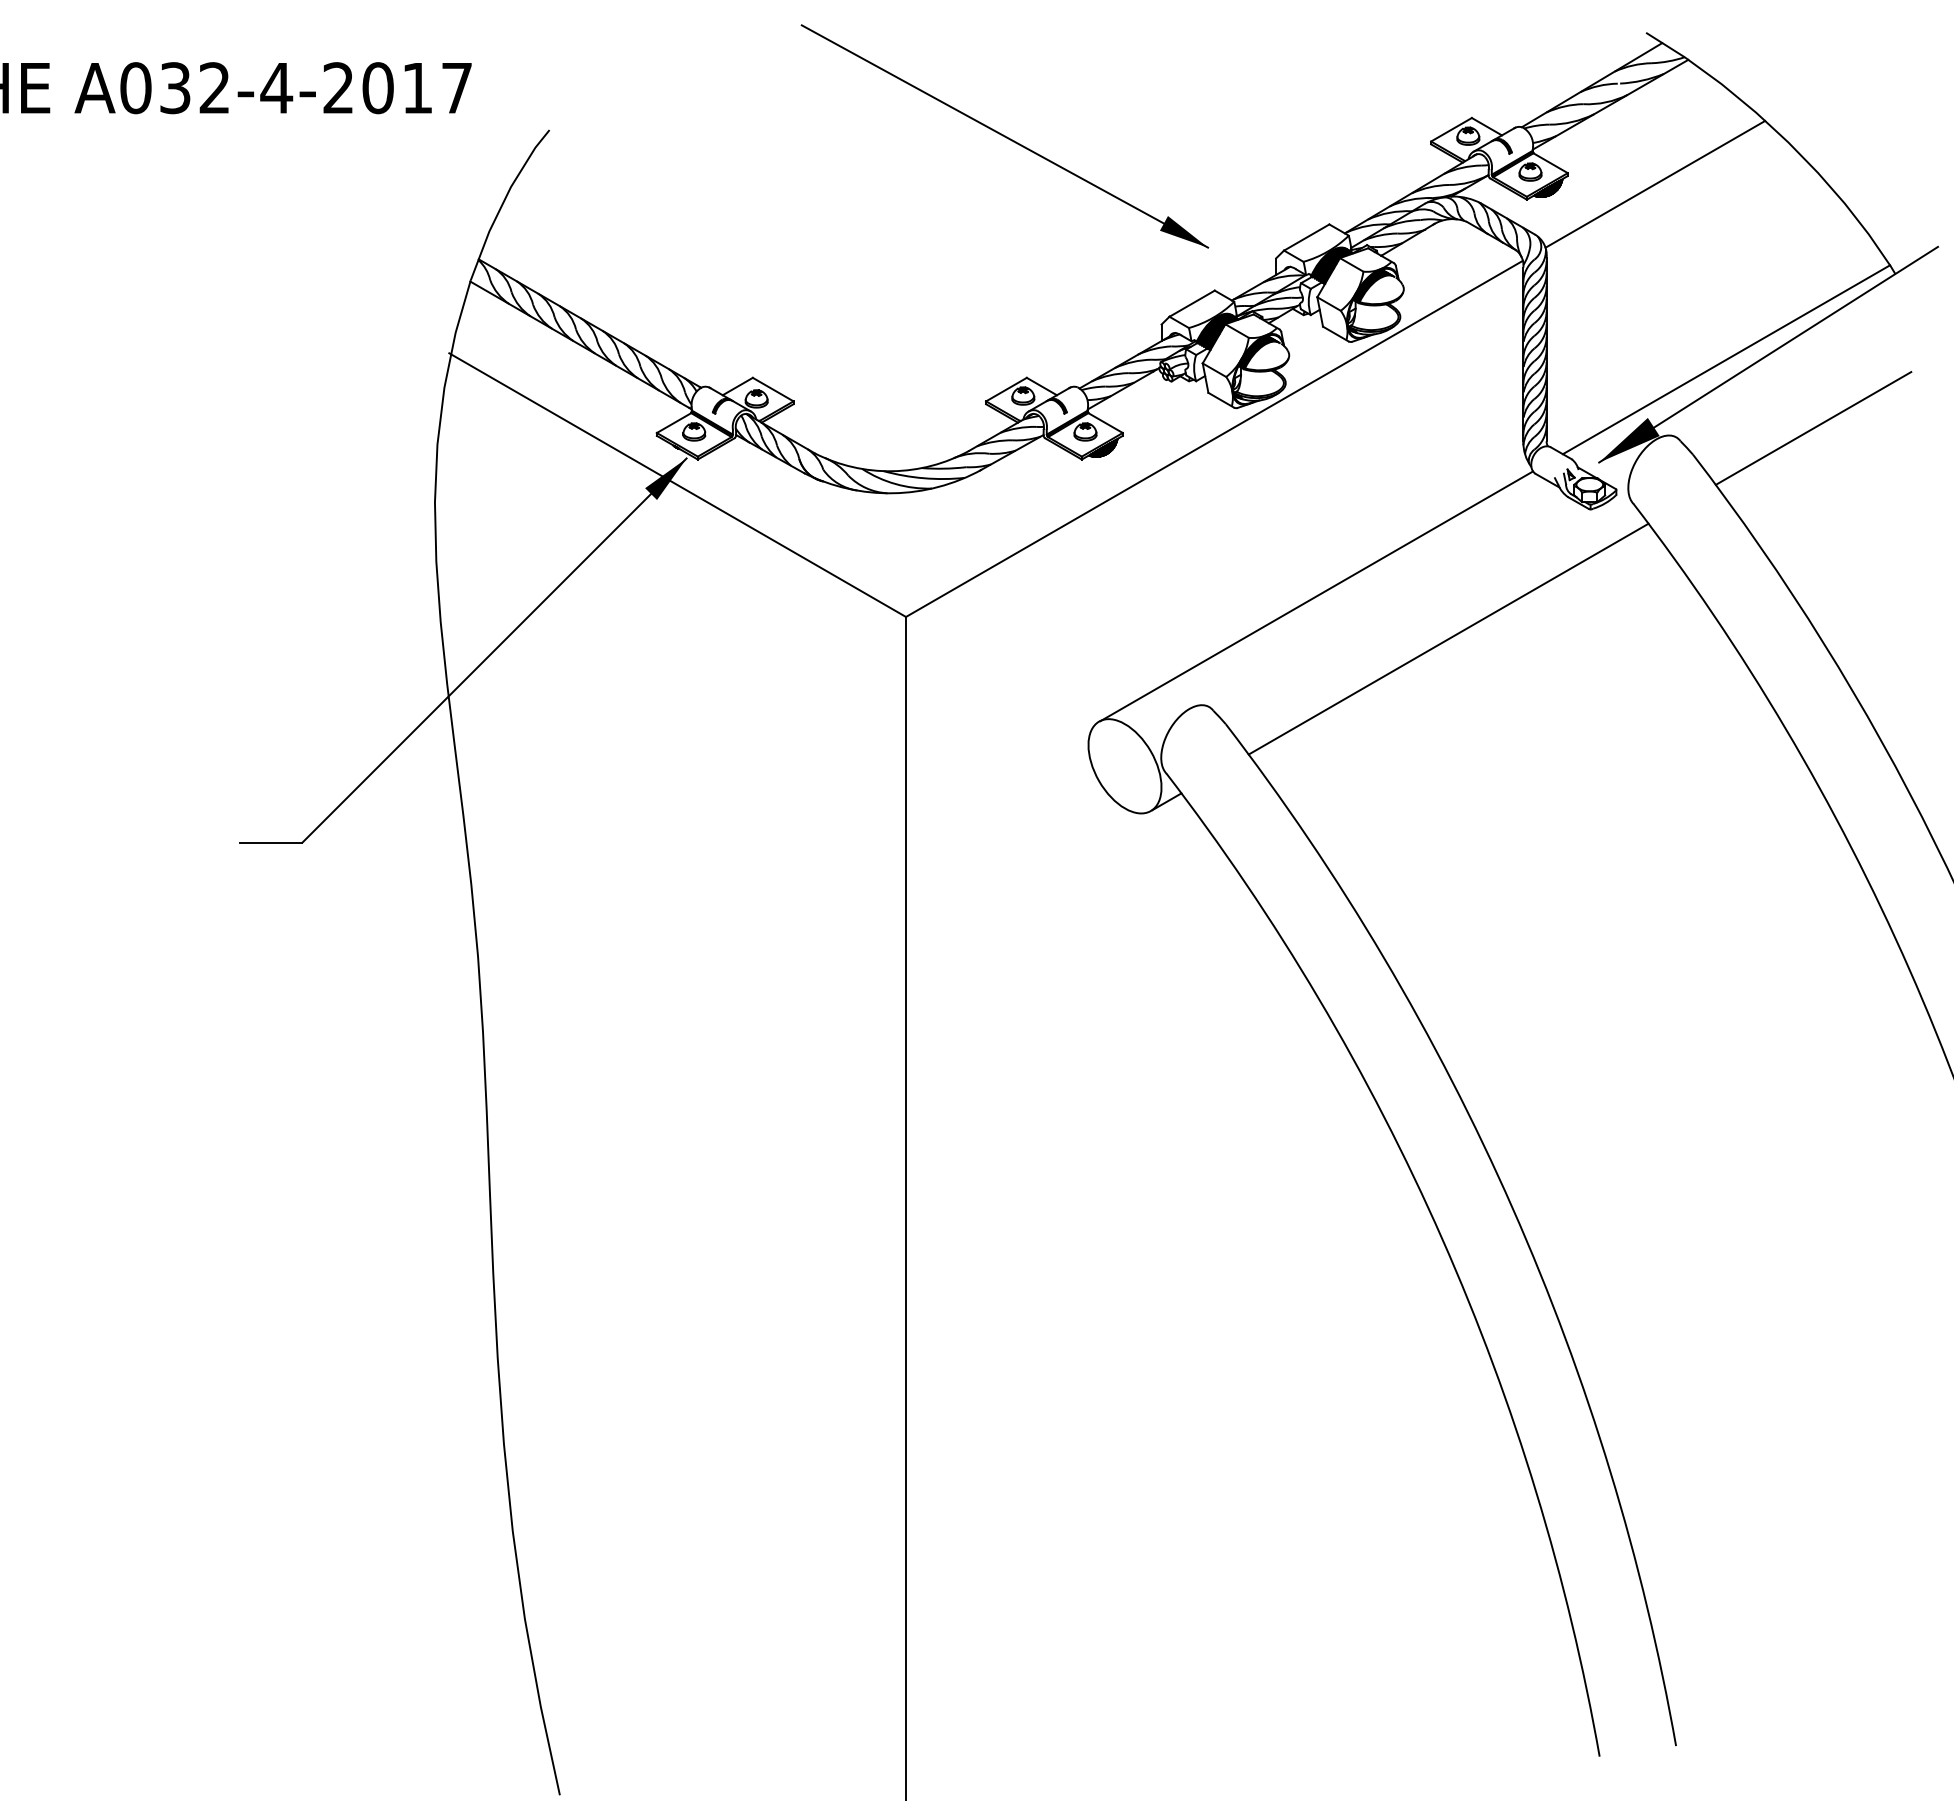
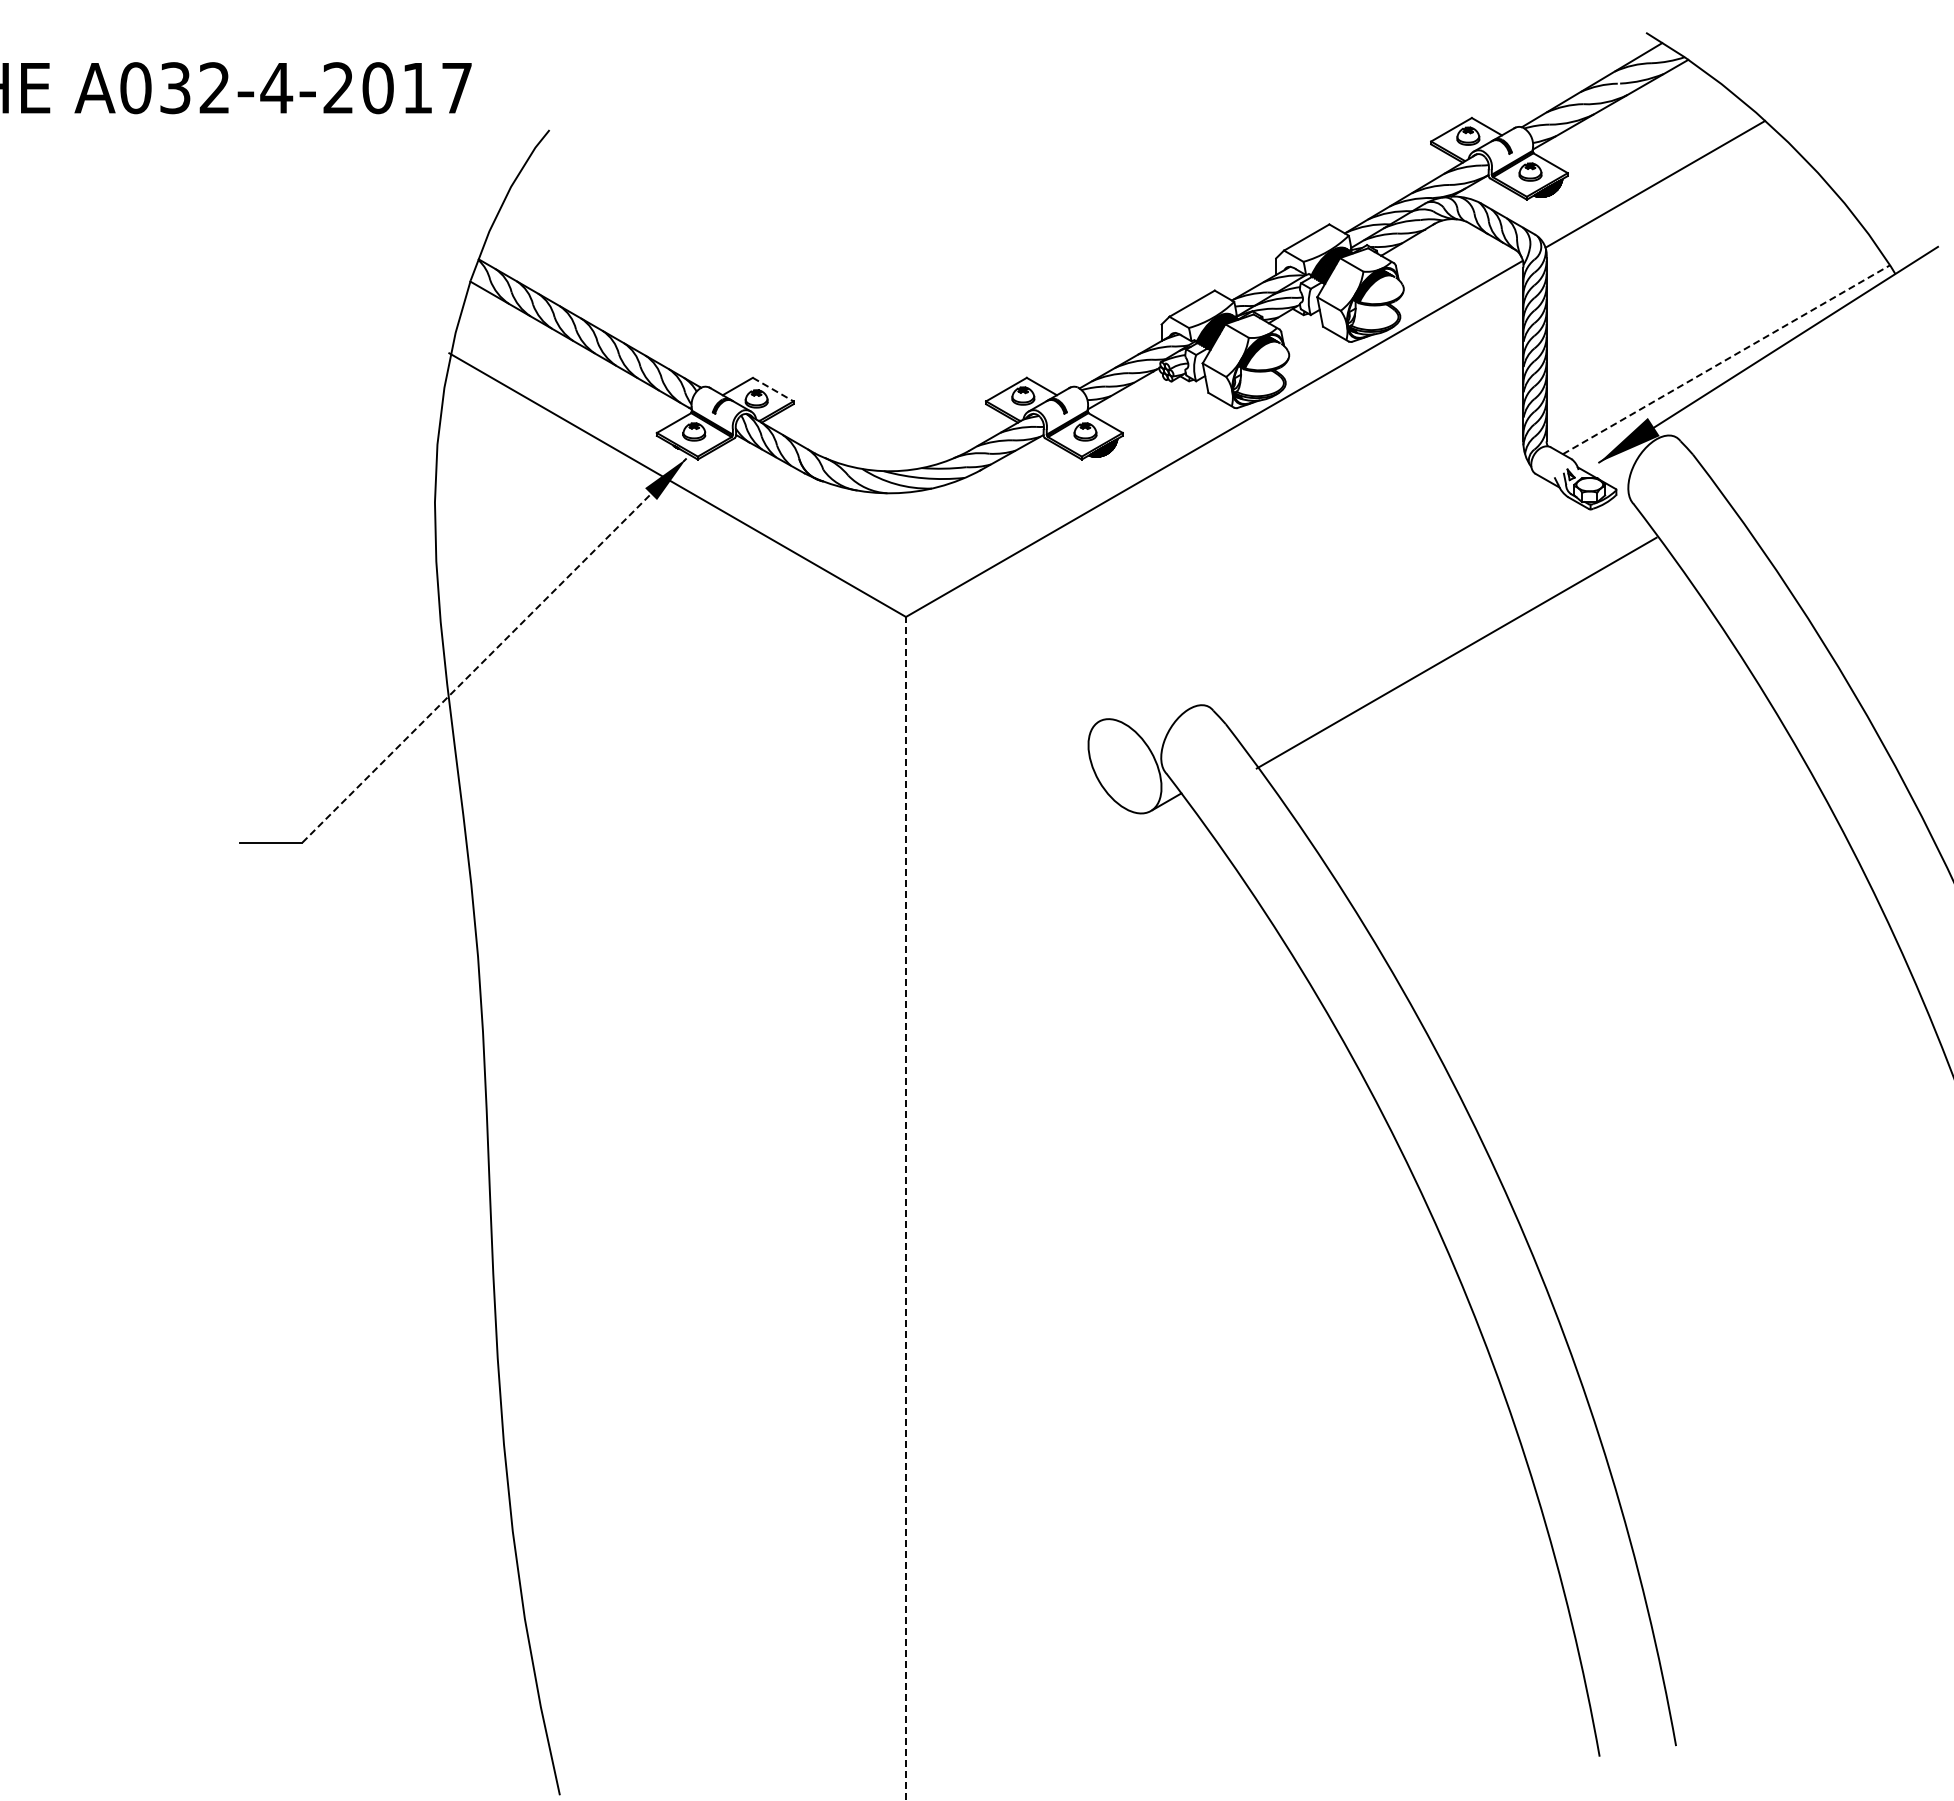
part at (1004, 136): present -> none
line at (1726, 359): solid -> dashed
line at (773, 389): solid -> dashed
line at (1813, 428): present -> none
line at (1316, 596): present -> none
line at (1448, 638) position: (1448, 638) -> (1456, 652)
line at (494, 650): solid -> dashed
line at (906, 1208): solid -> dashed
